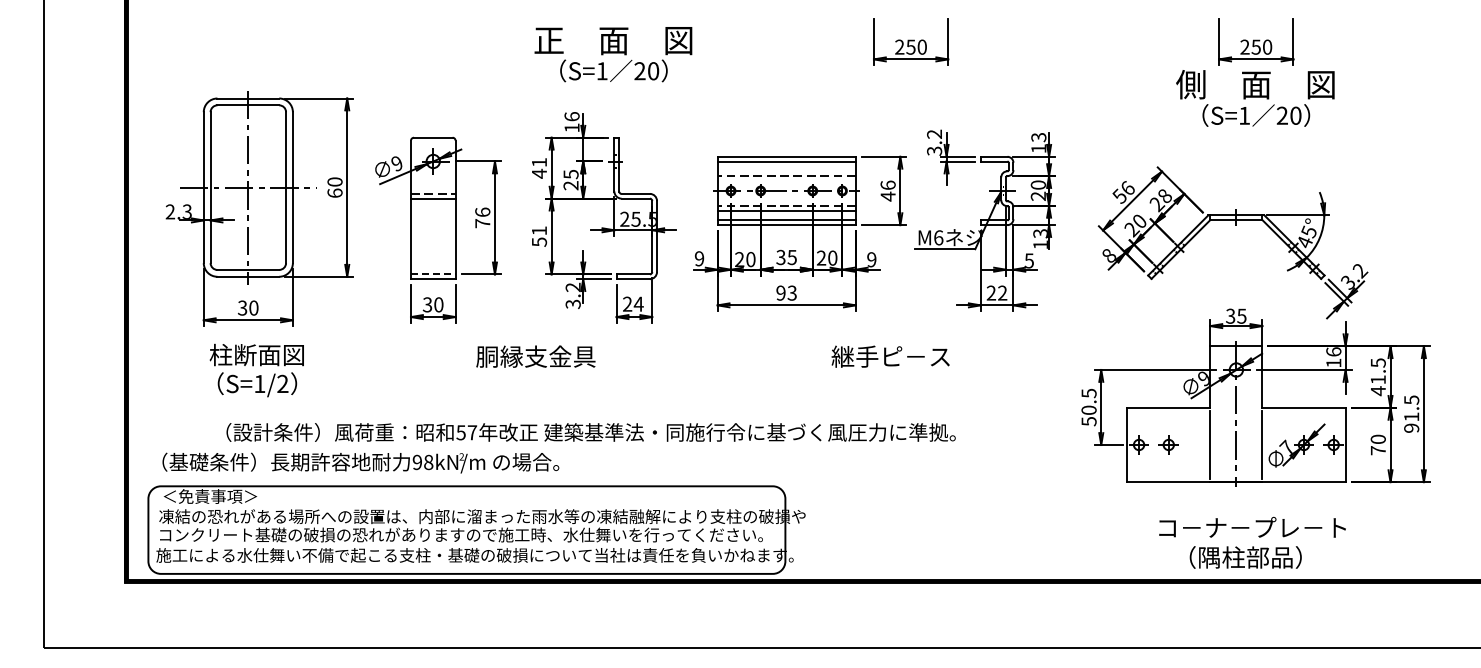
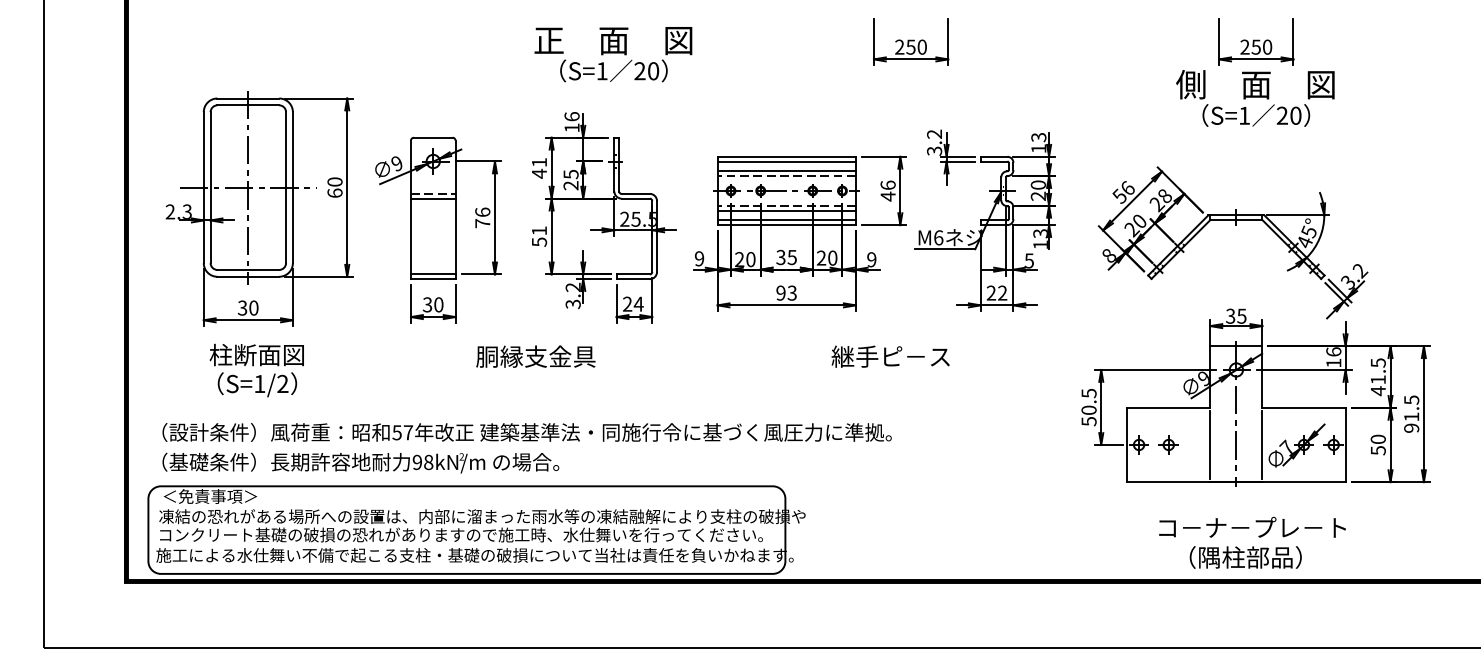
line at (786, 171): none -> present
line at (433, 274): dashed -> solid
text at (590, 432) position: (590, 432) -> (526, 432)
text at (1378, 450): 70 -> 50
